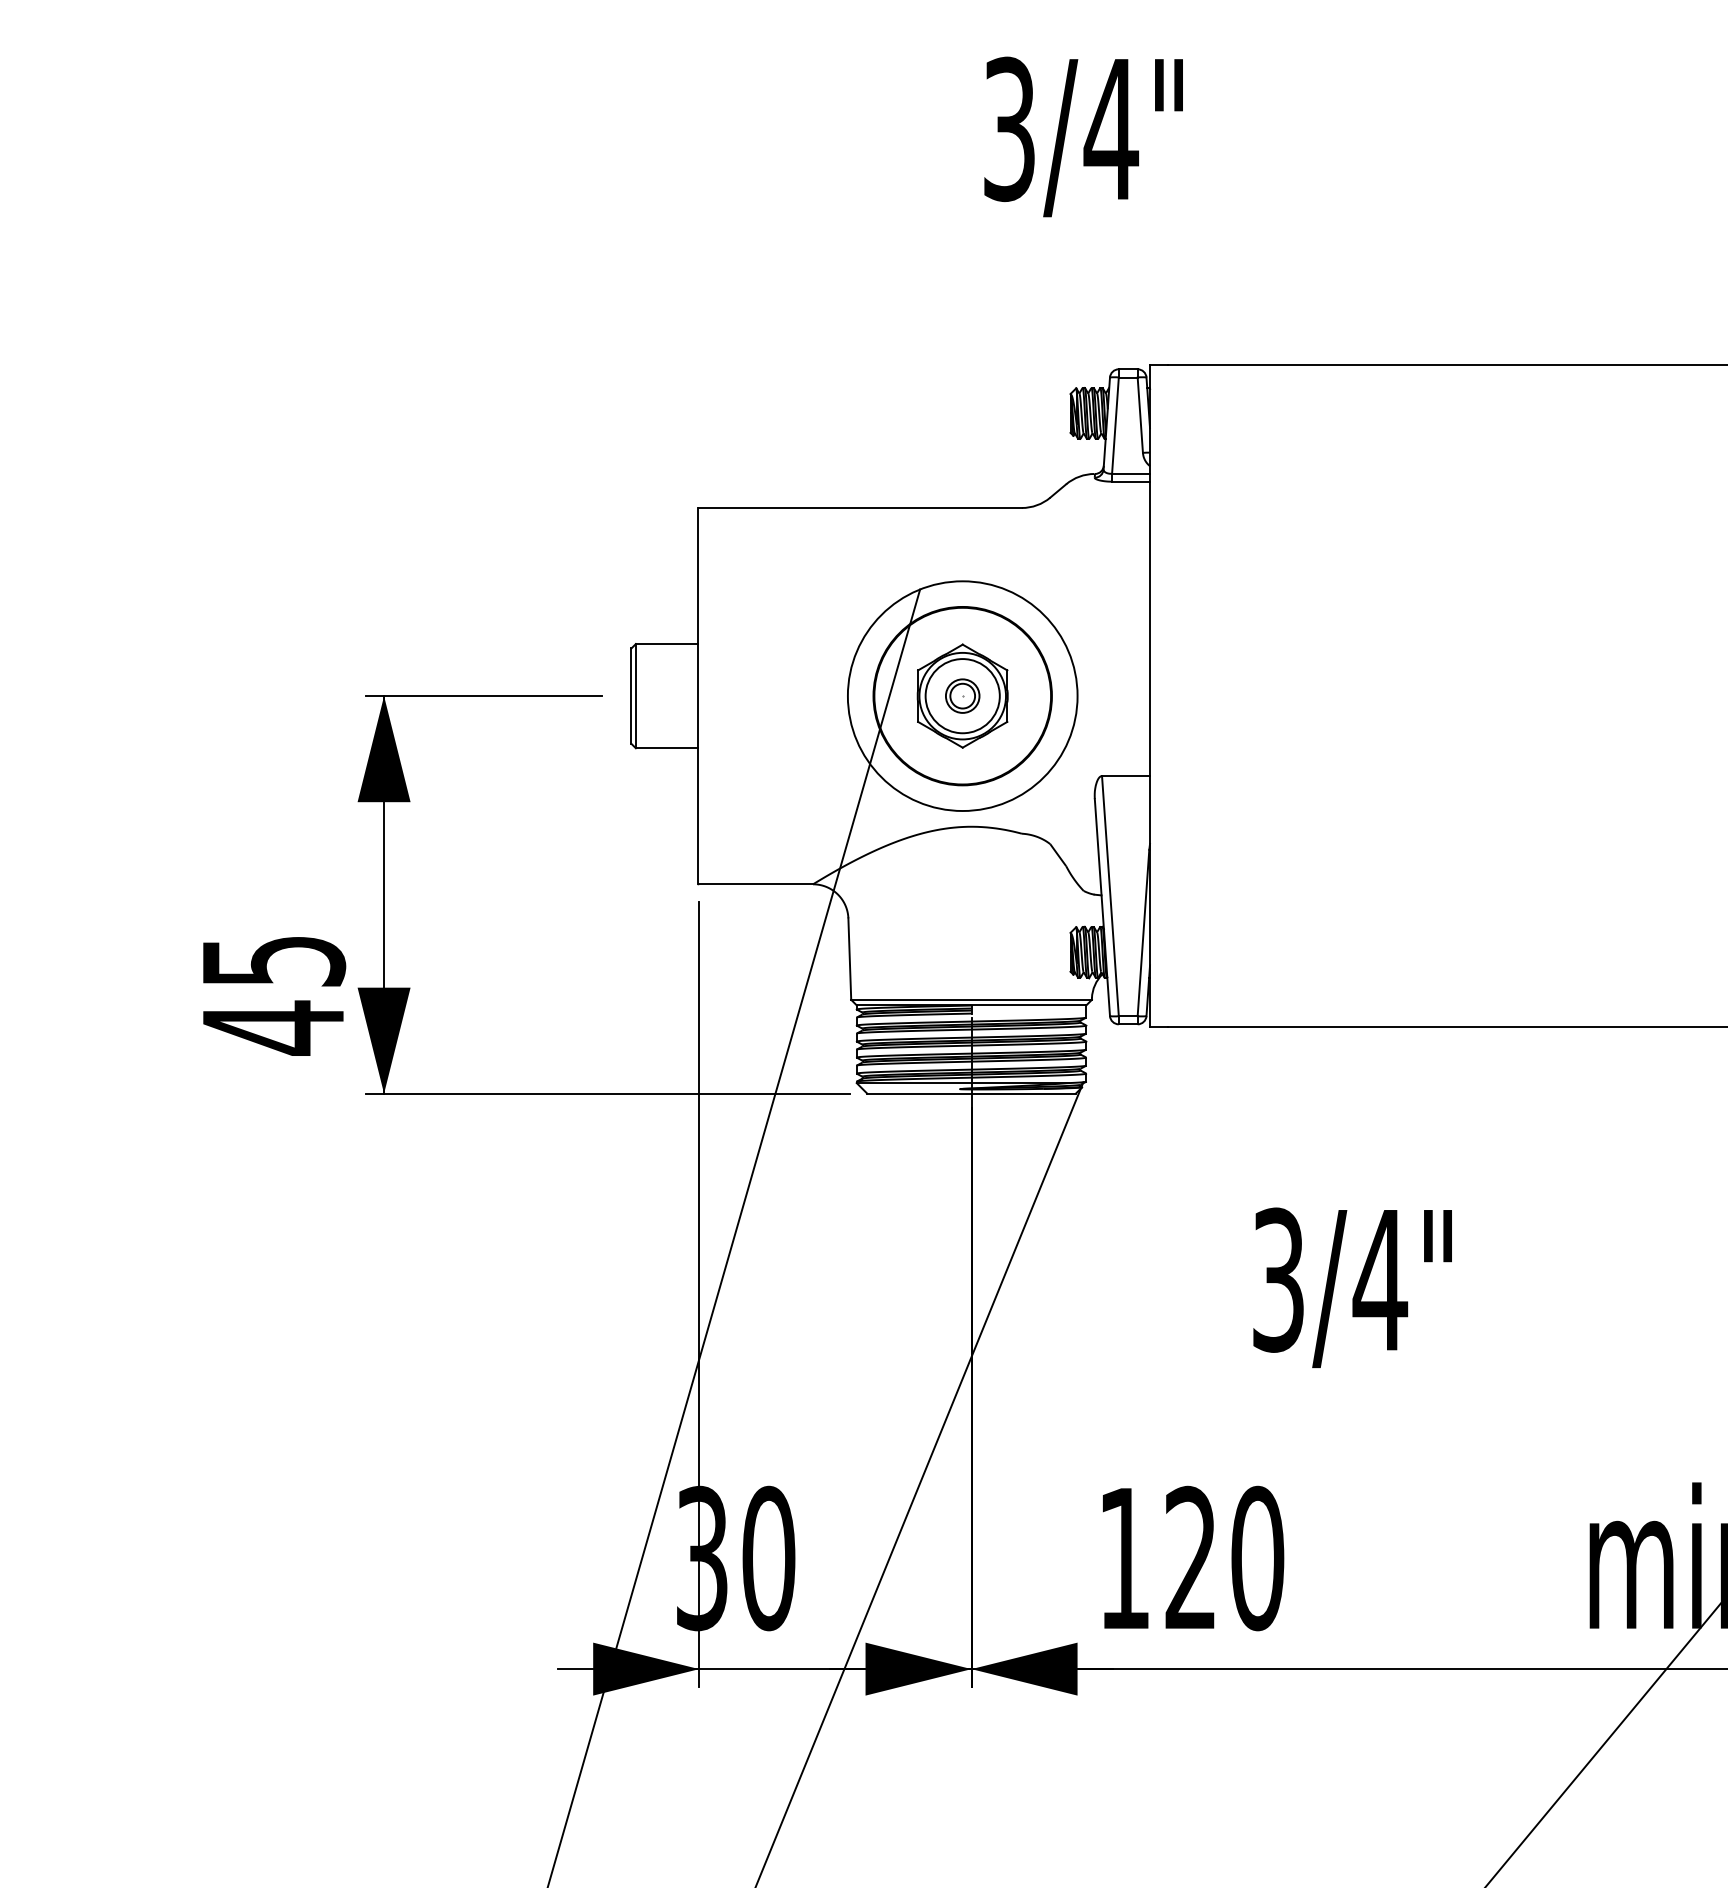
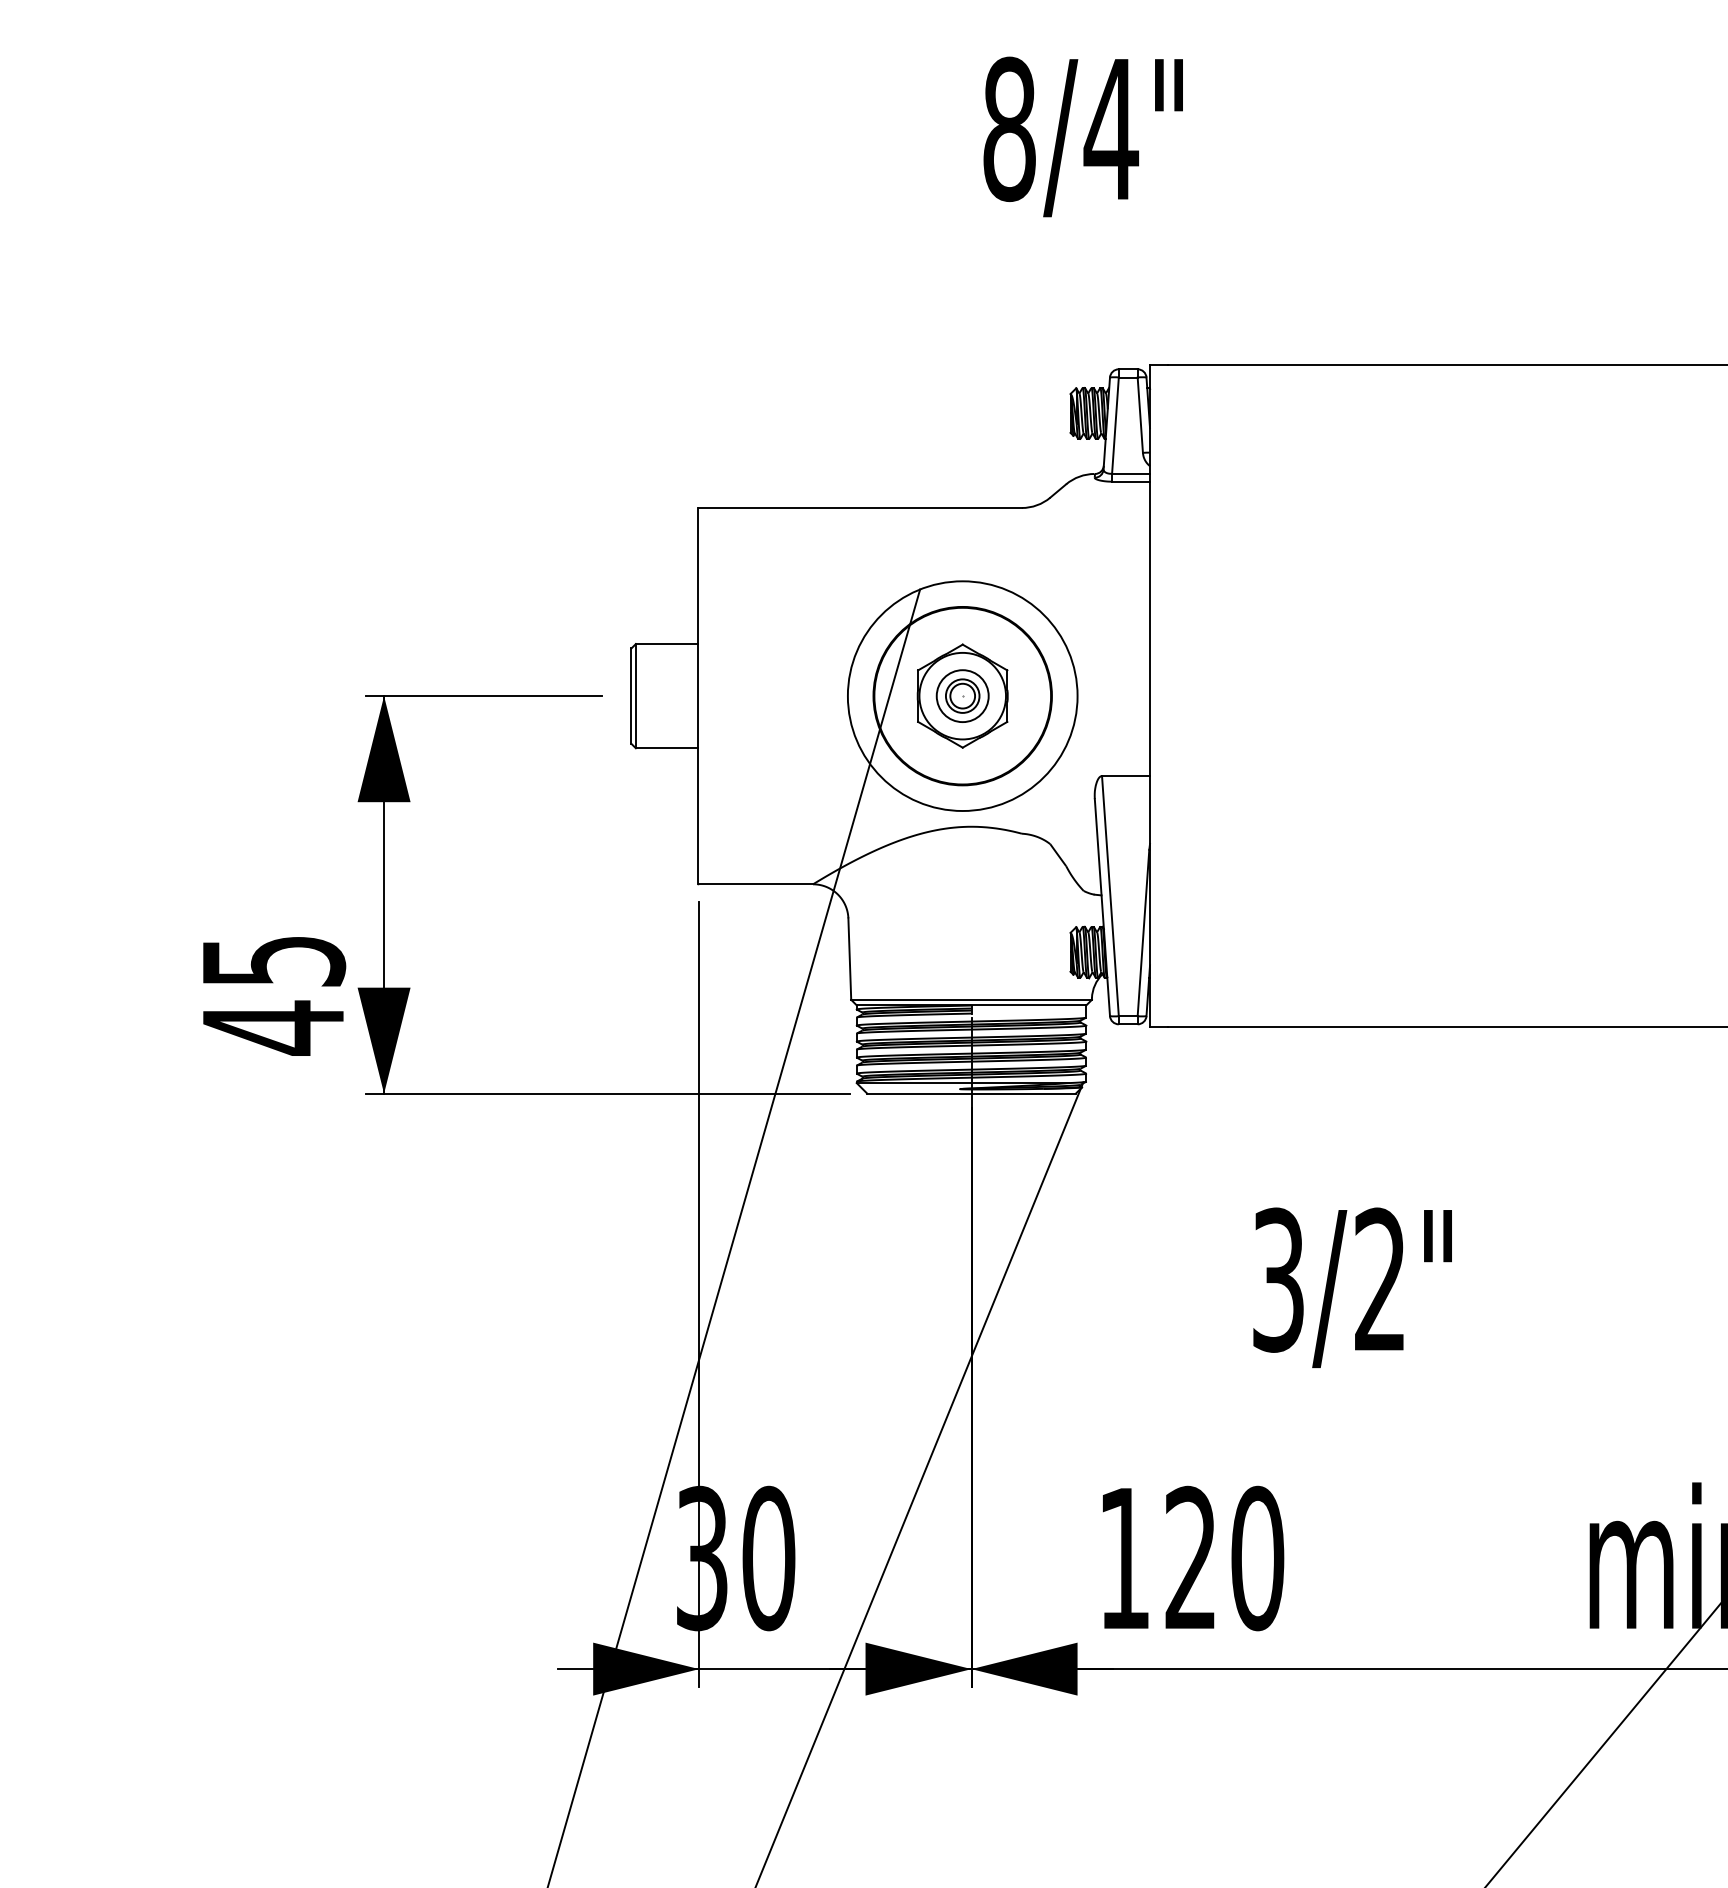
text at (1009, 129): 3/4" -> 8/4"
circle at (962, 696) diameter: 74 px -> 52 px
text at (1380, 1278): 3/4" -> 3/2"
